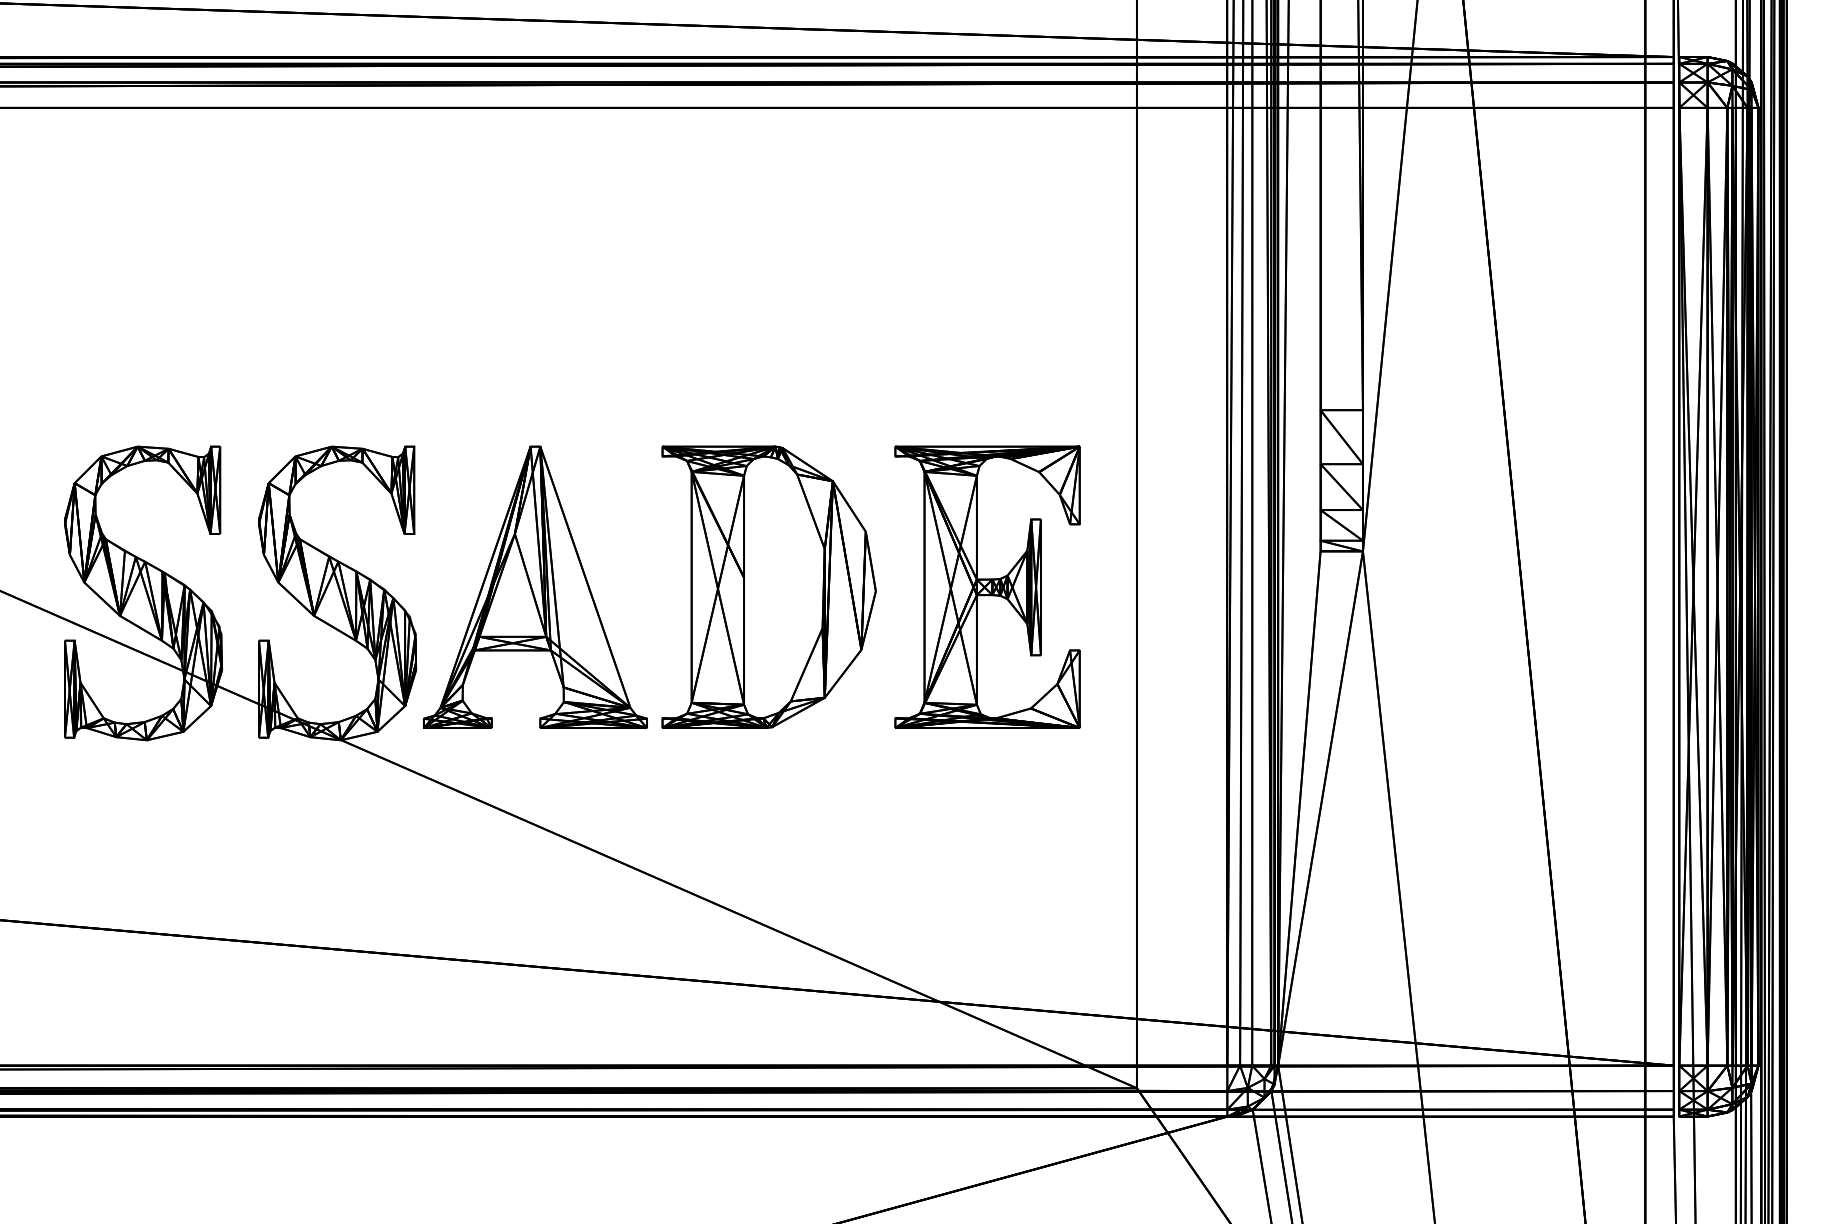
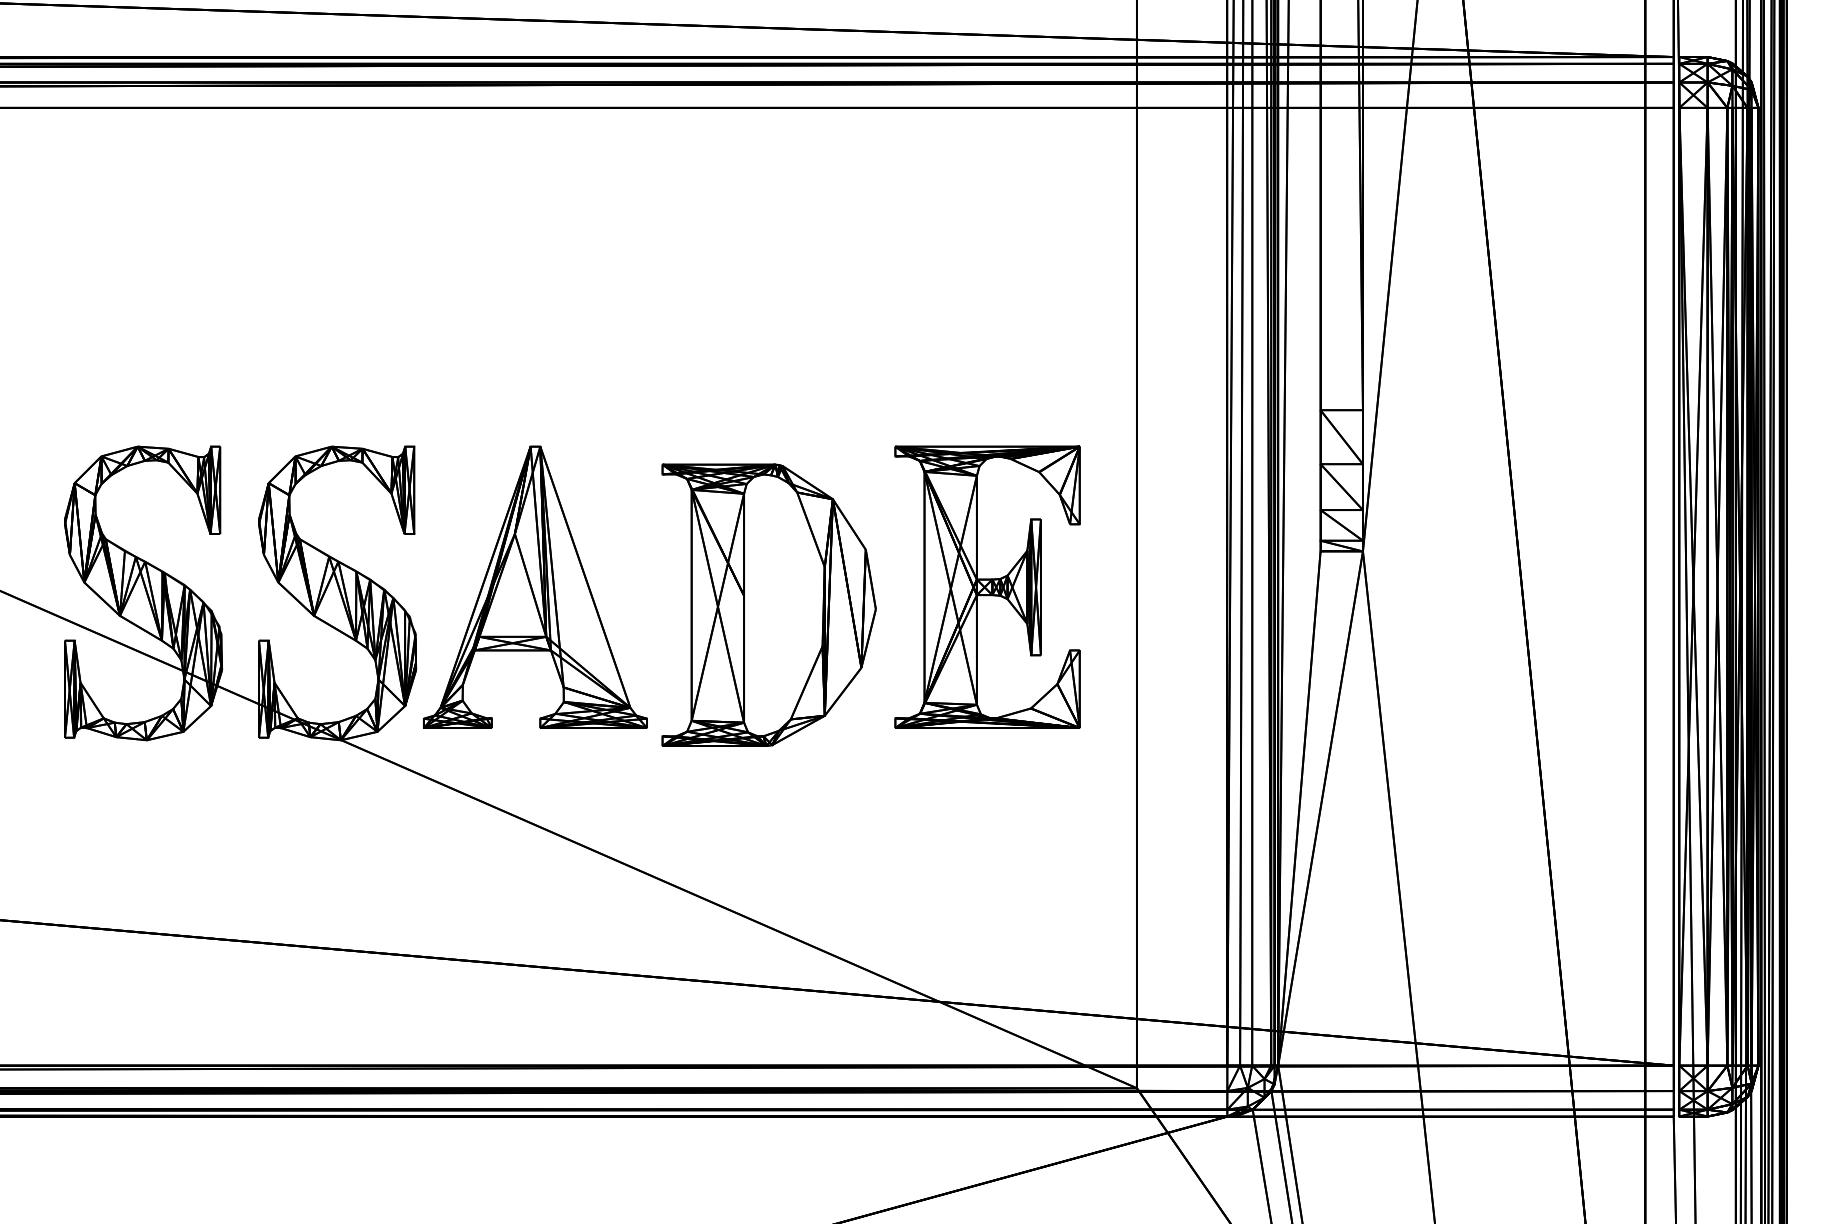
part at (768, 586) position: (768, 586) -> (768, 604)
